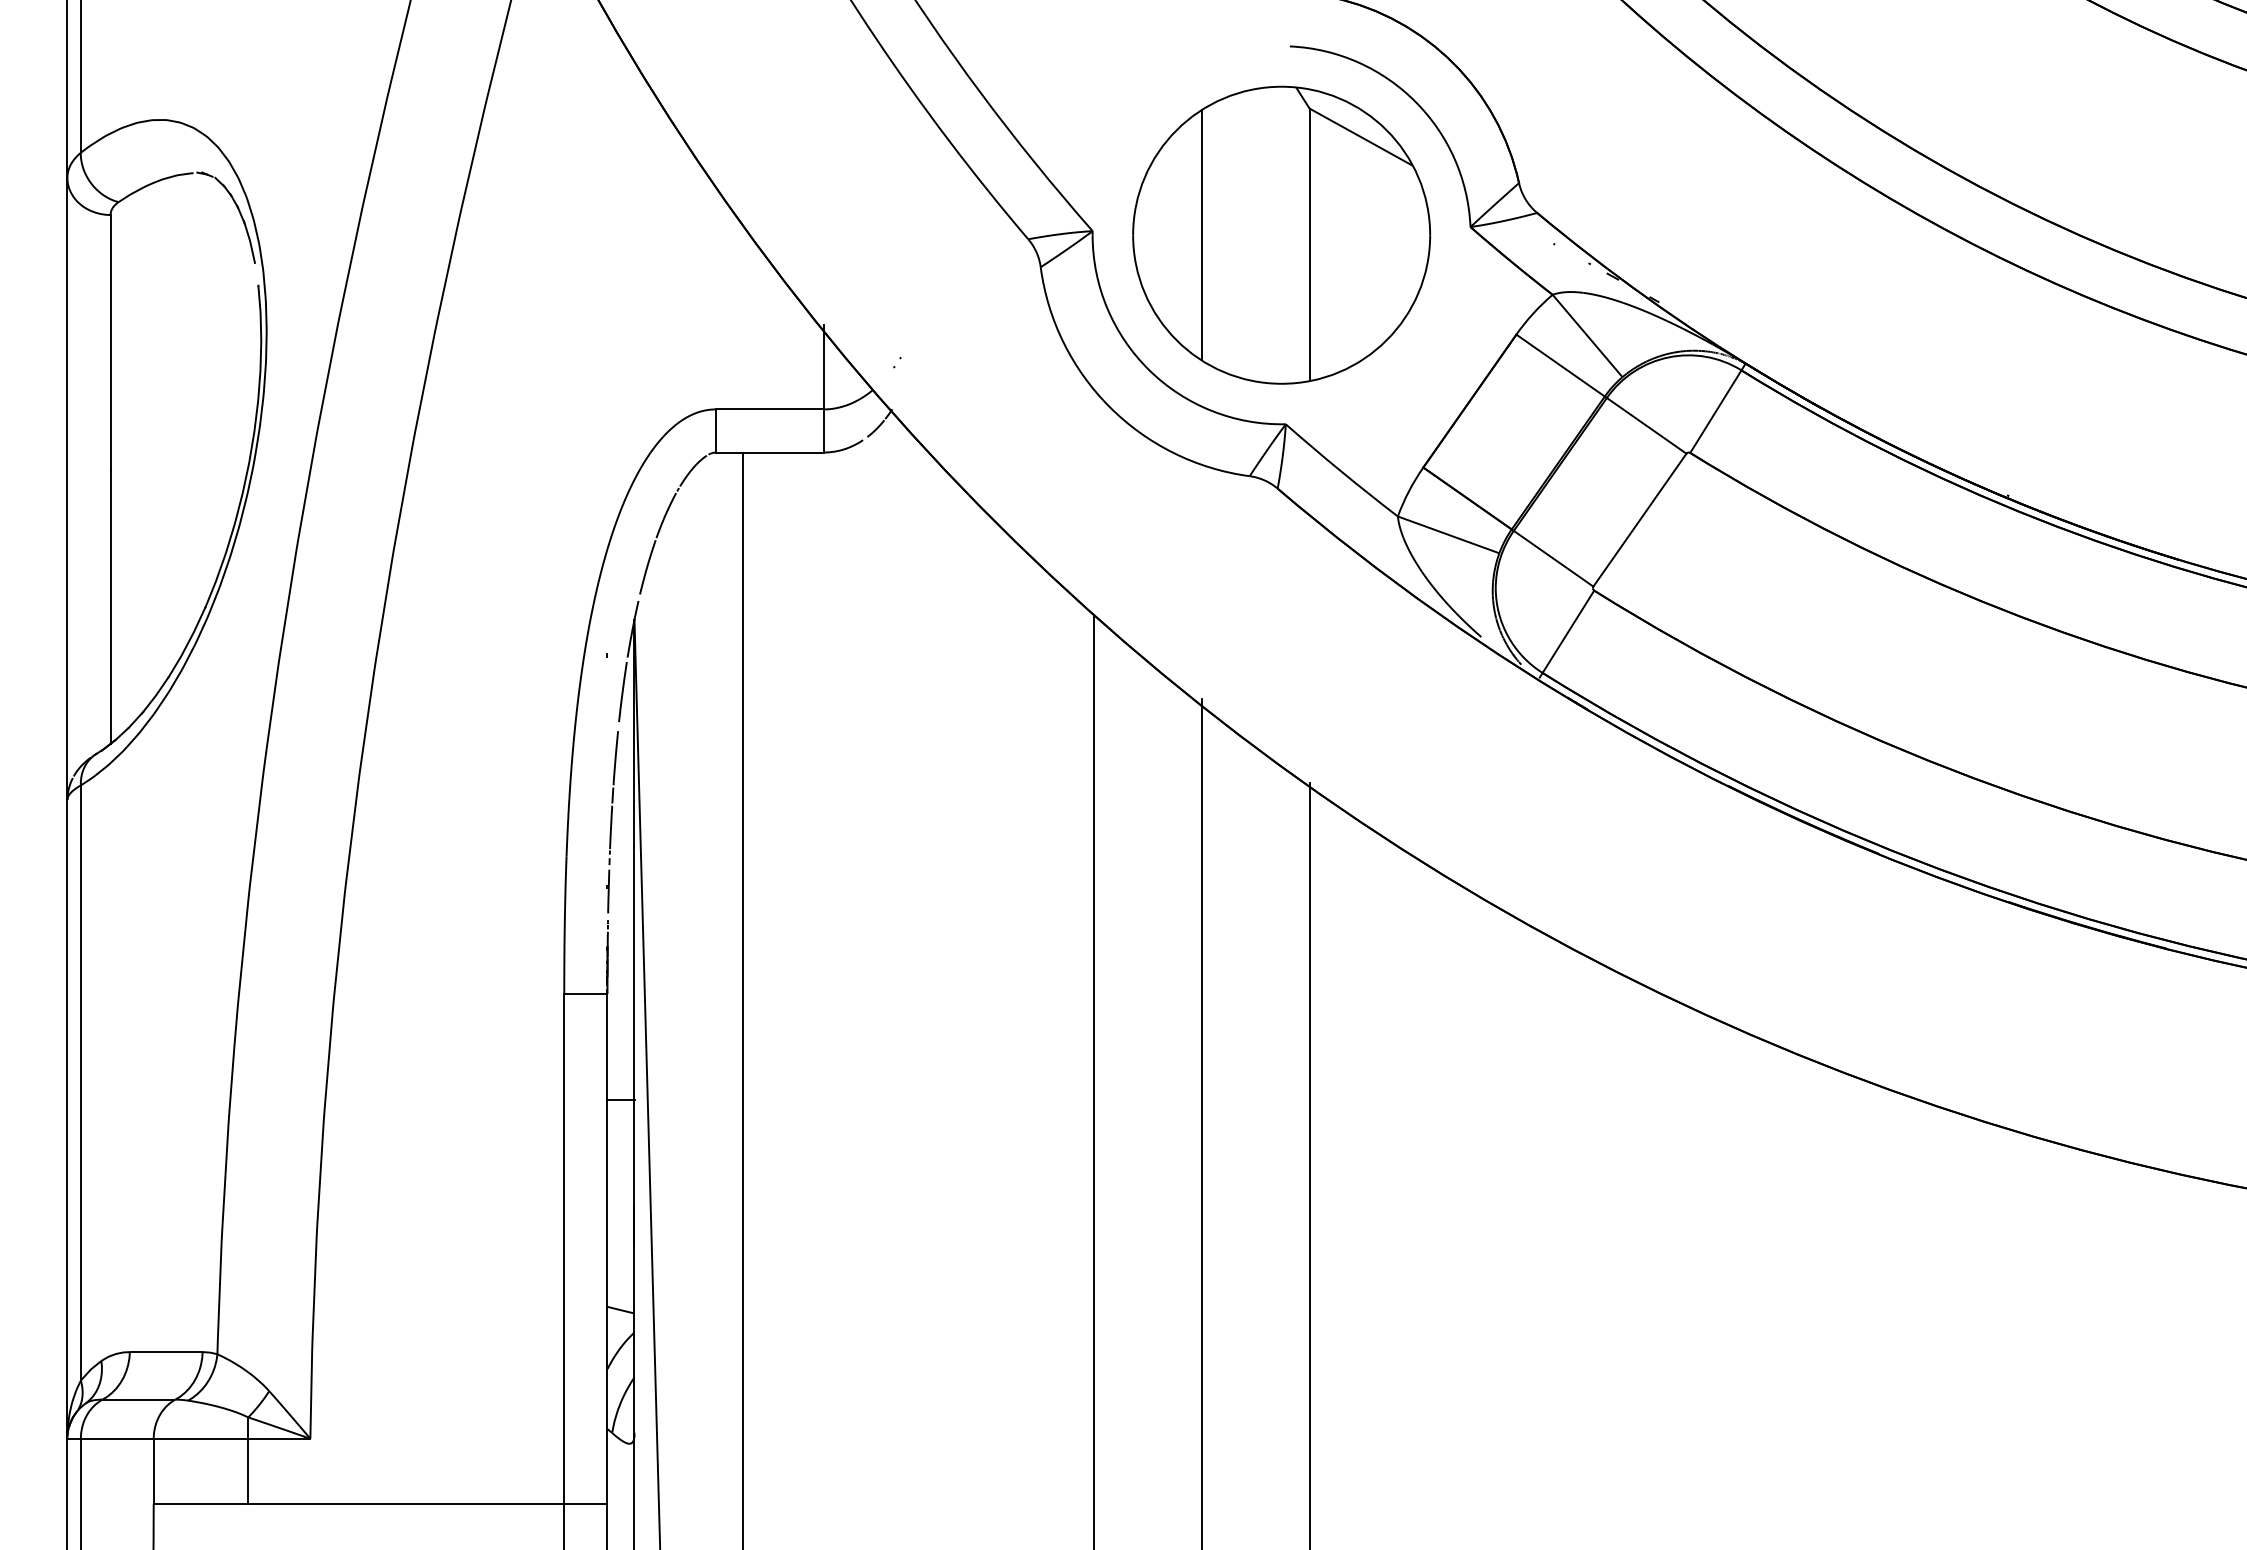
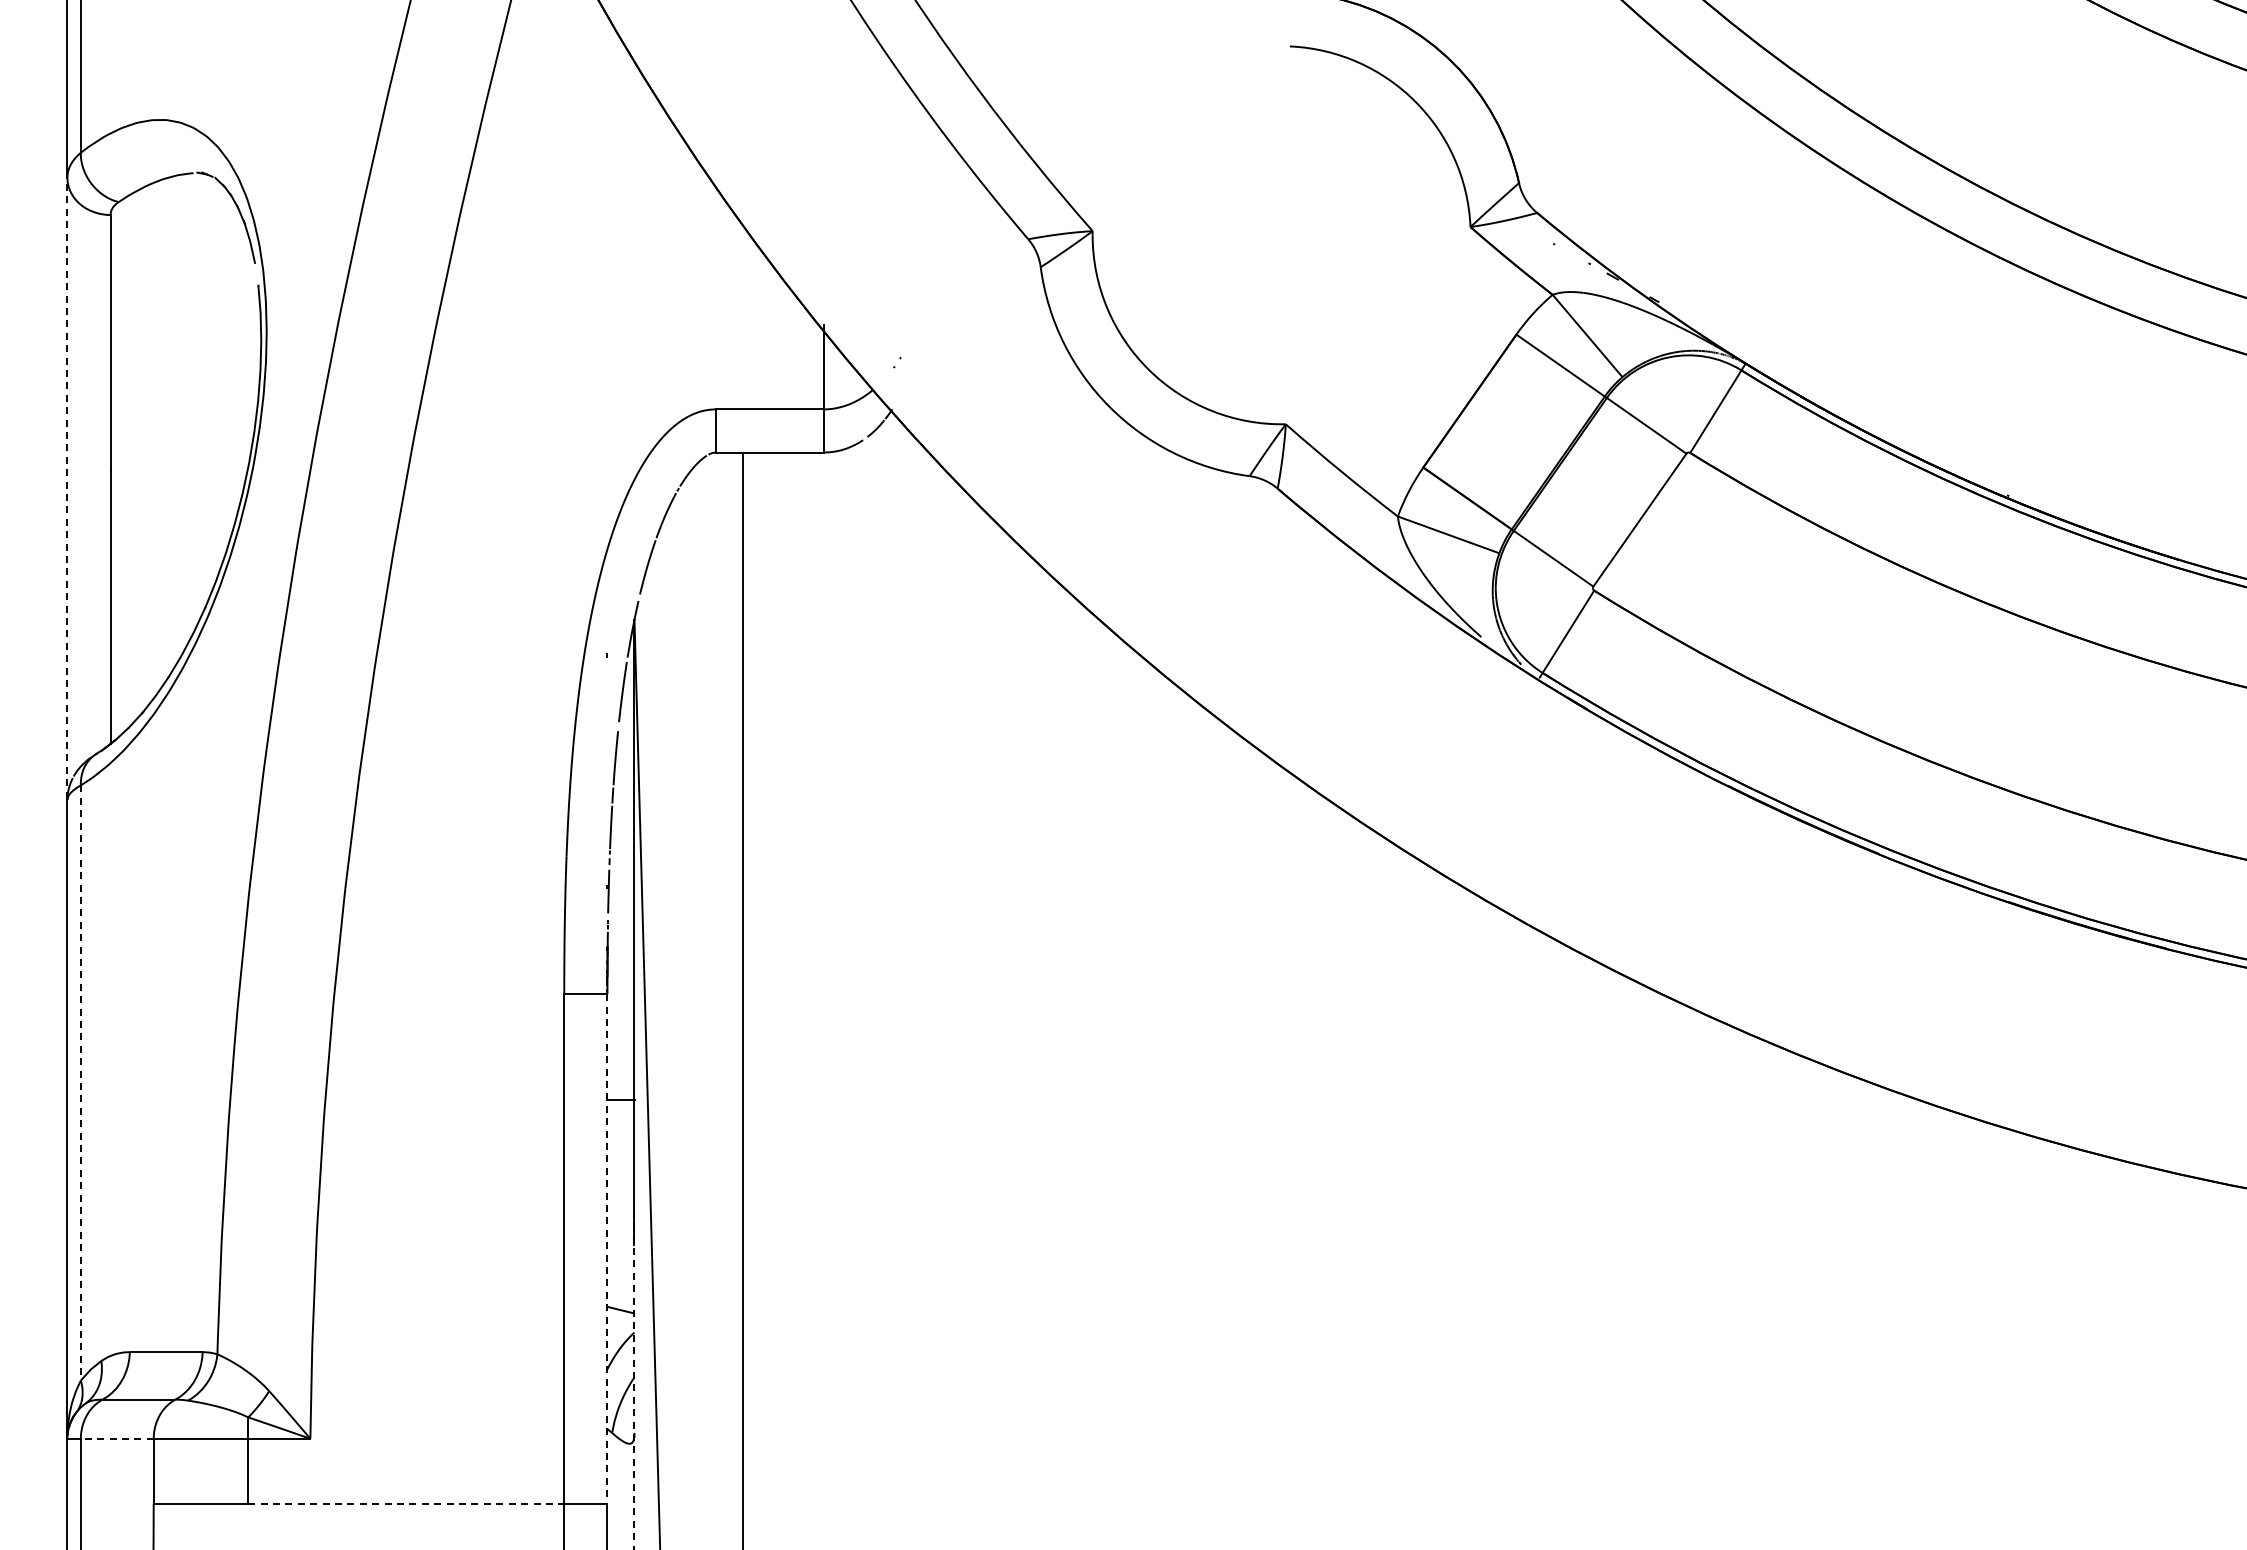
part at (1281, 234): present -> none
line at (67, 487): solid -> dashed
line at (1093, 1080): present -> none
line at (80, 1083): solid -> dashed
line at (1201, 1122): present -> none
line at (1309, 1164): present -> none
line at (607, 1248): solid -> dashed
line at (634, 1378): solid -> dashed
line at (116, 1438): solid -> dashed
line at (406, 1503): solid -> dashed
